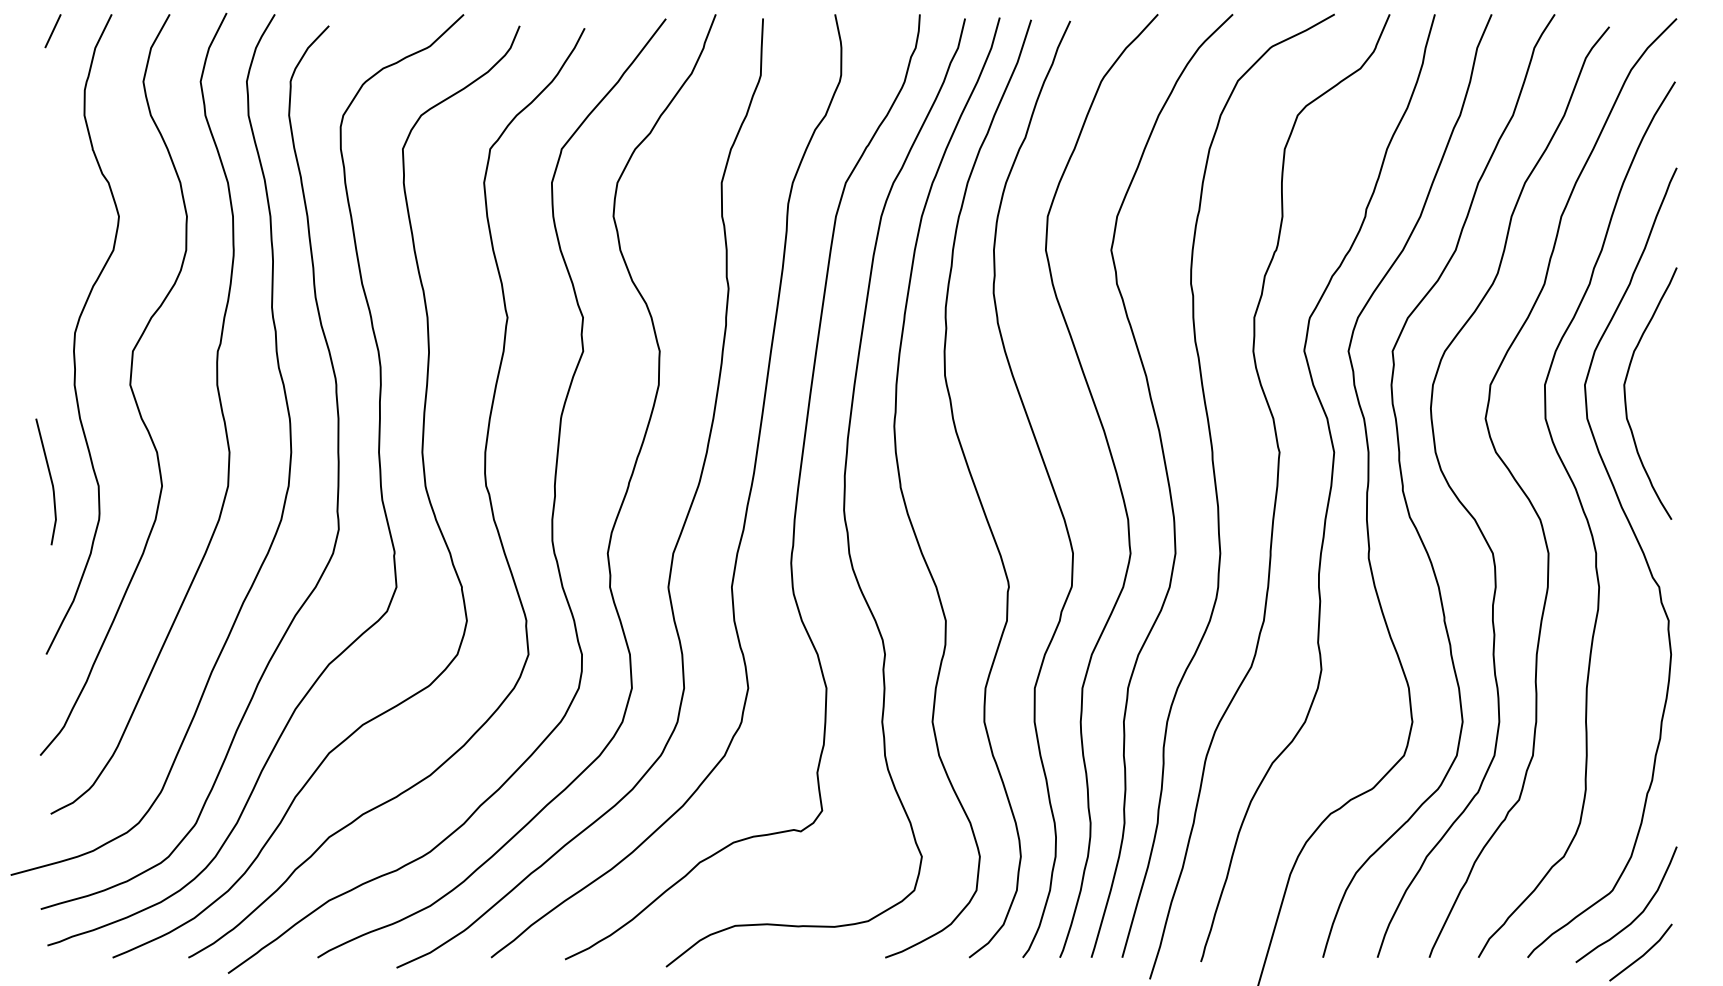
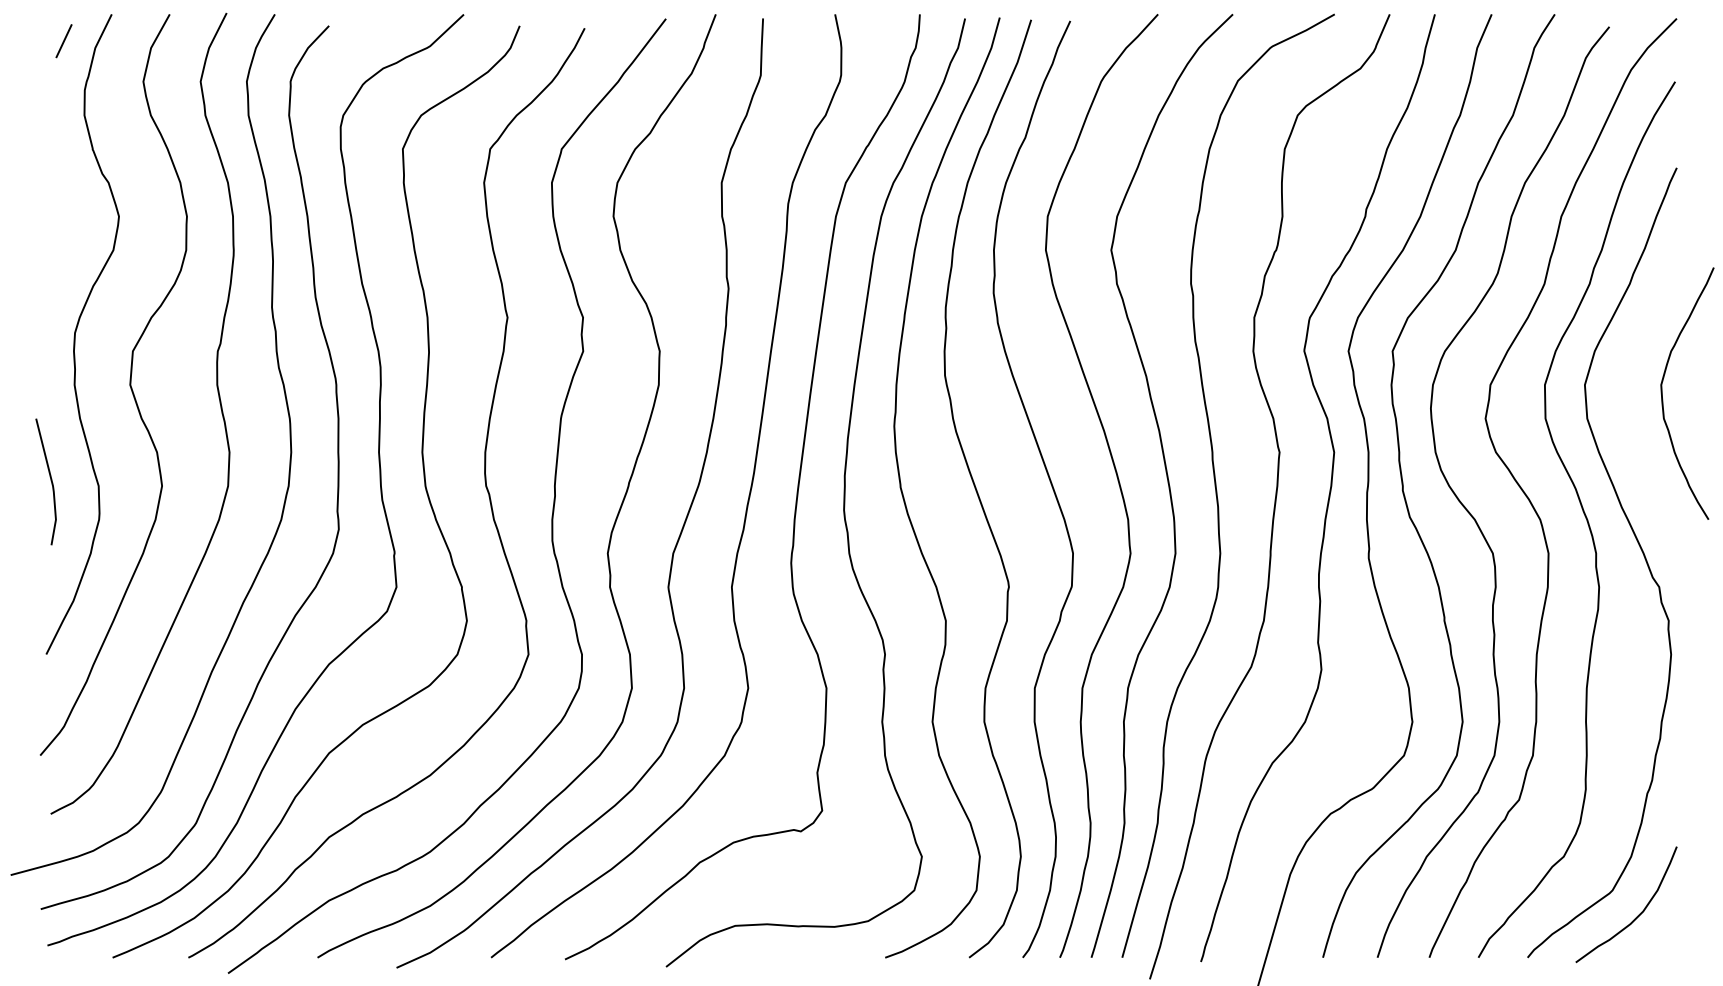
line at (52, 31) position: (52, 31) -> (63, 41)
curve at (1626, 399) position: (1626, 399) -> (1663, 399)
line at (1642, 954): present -> none
